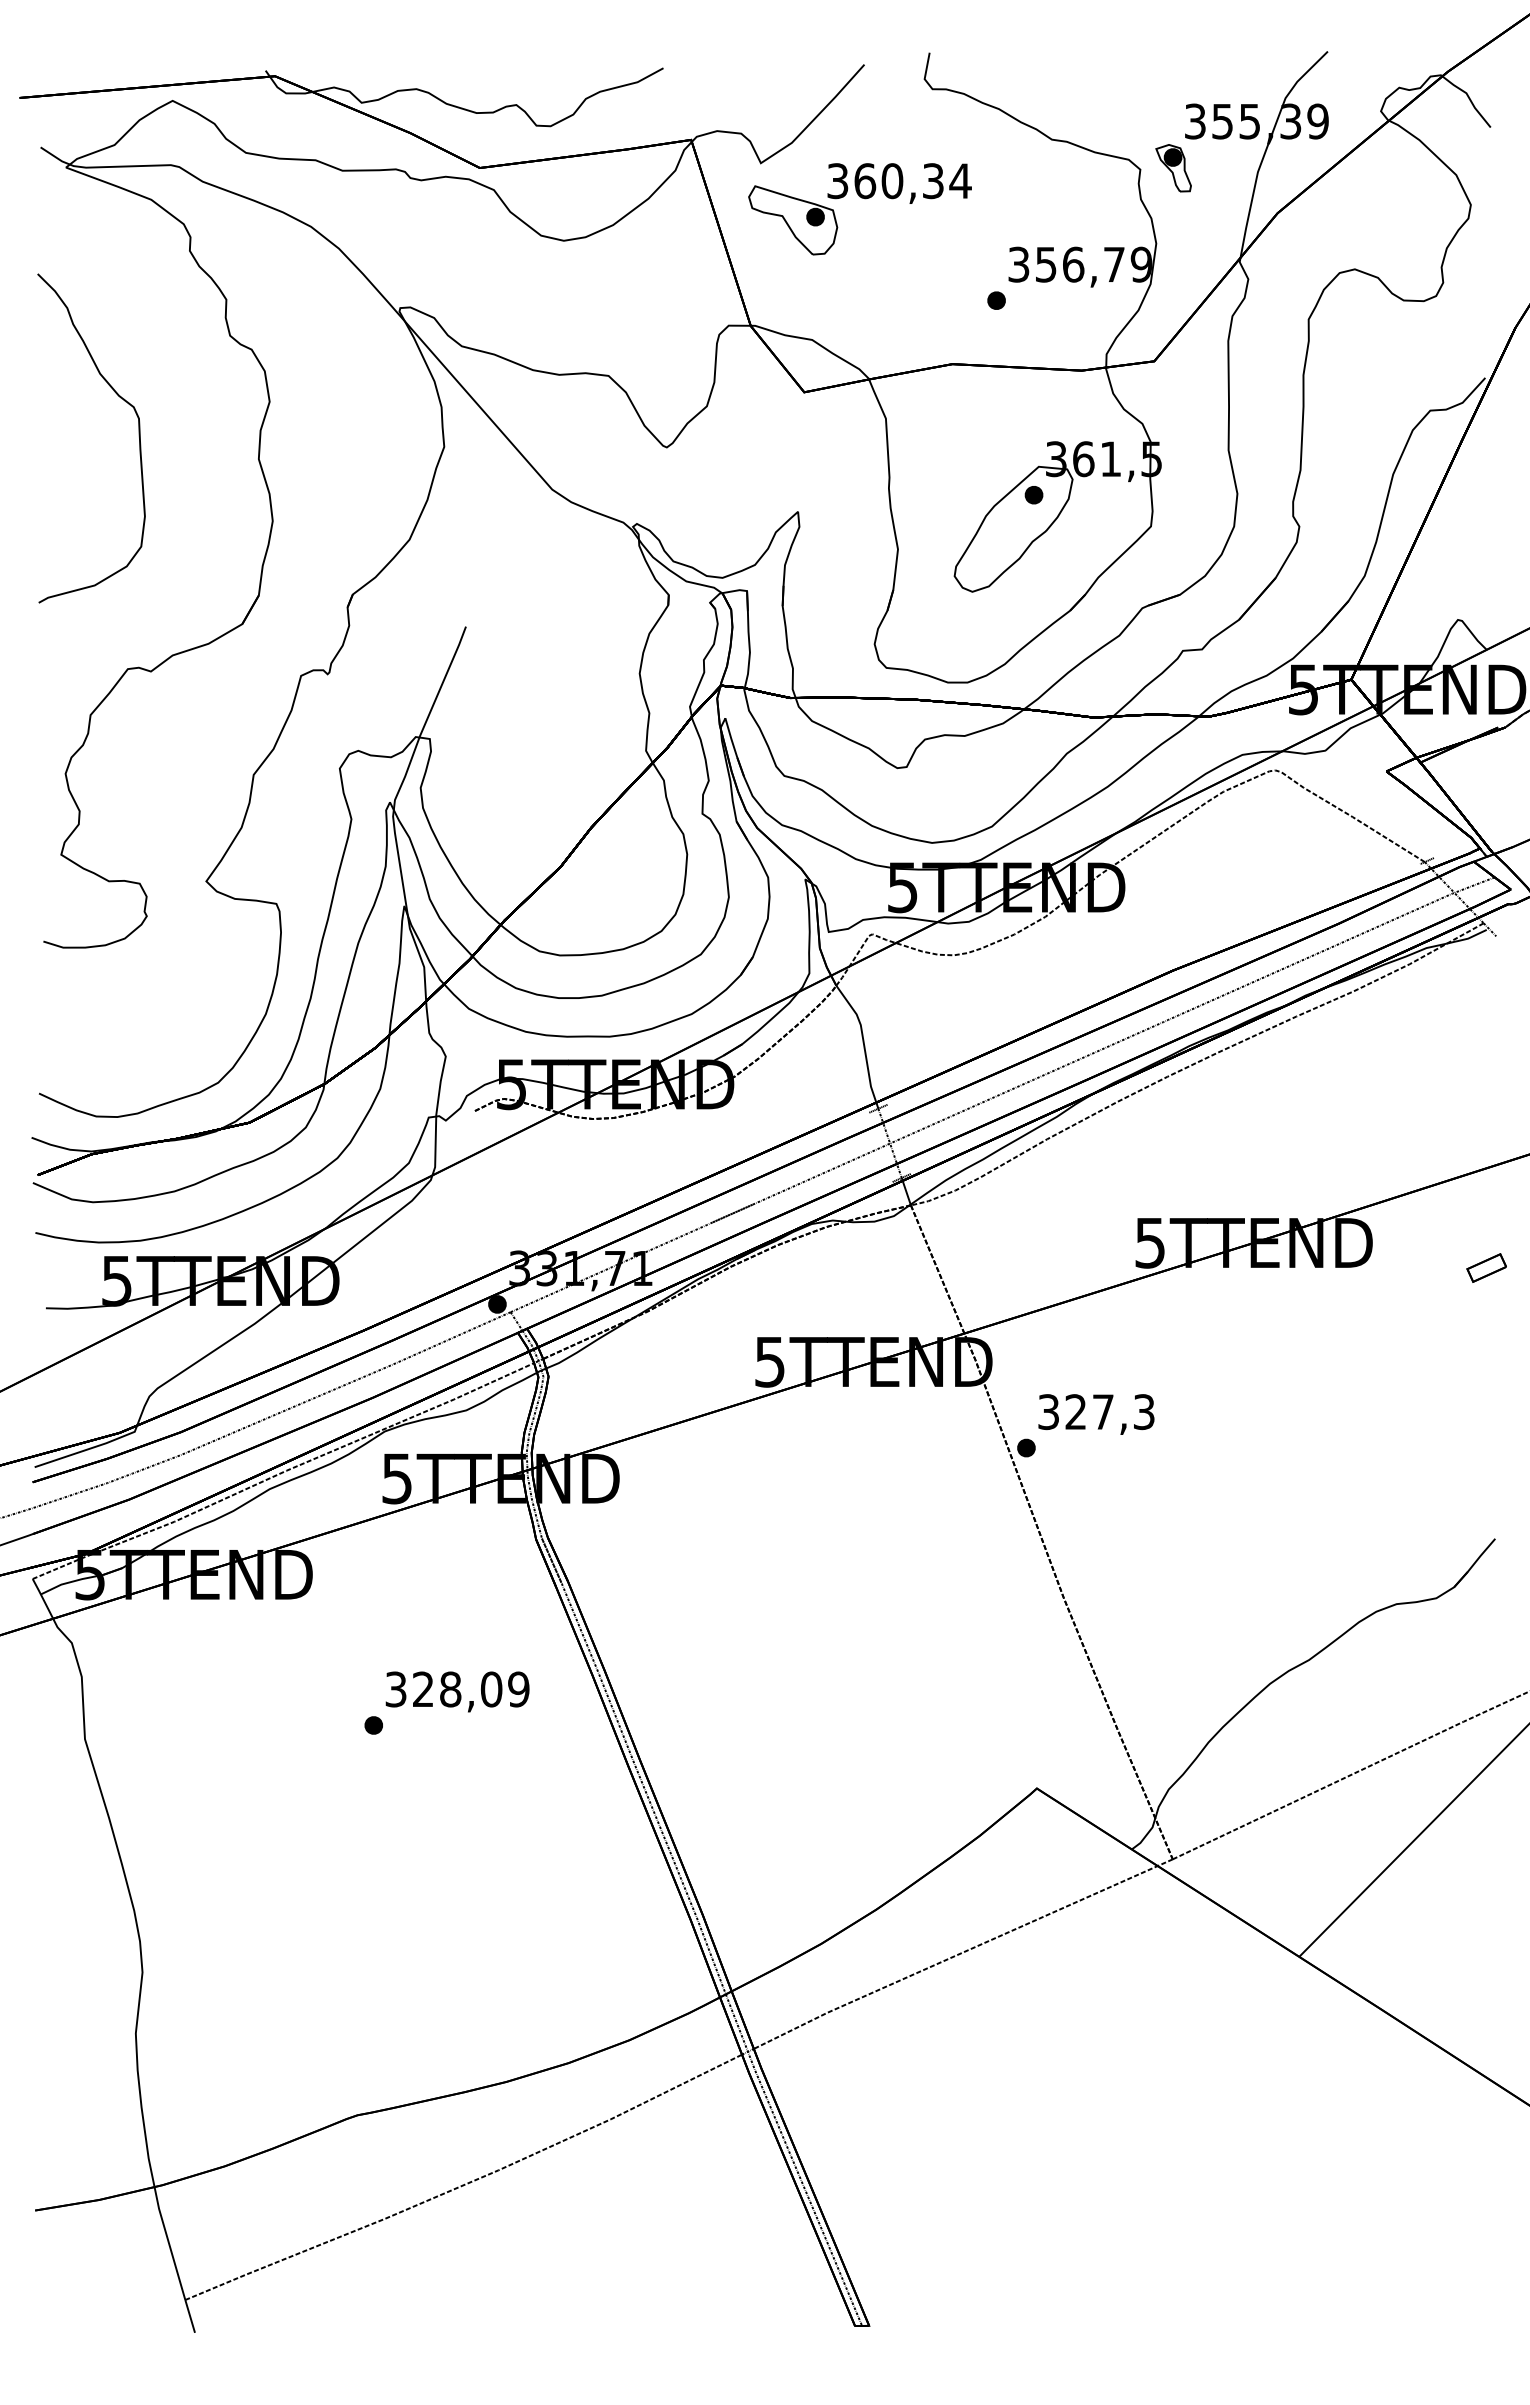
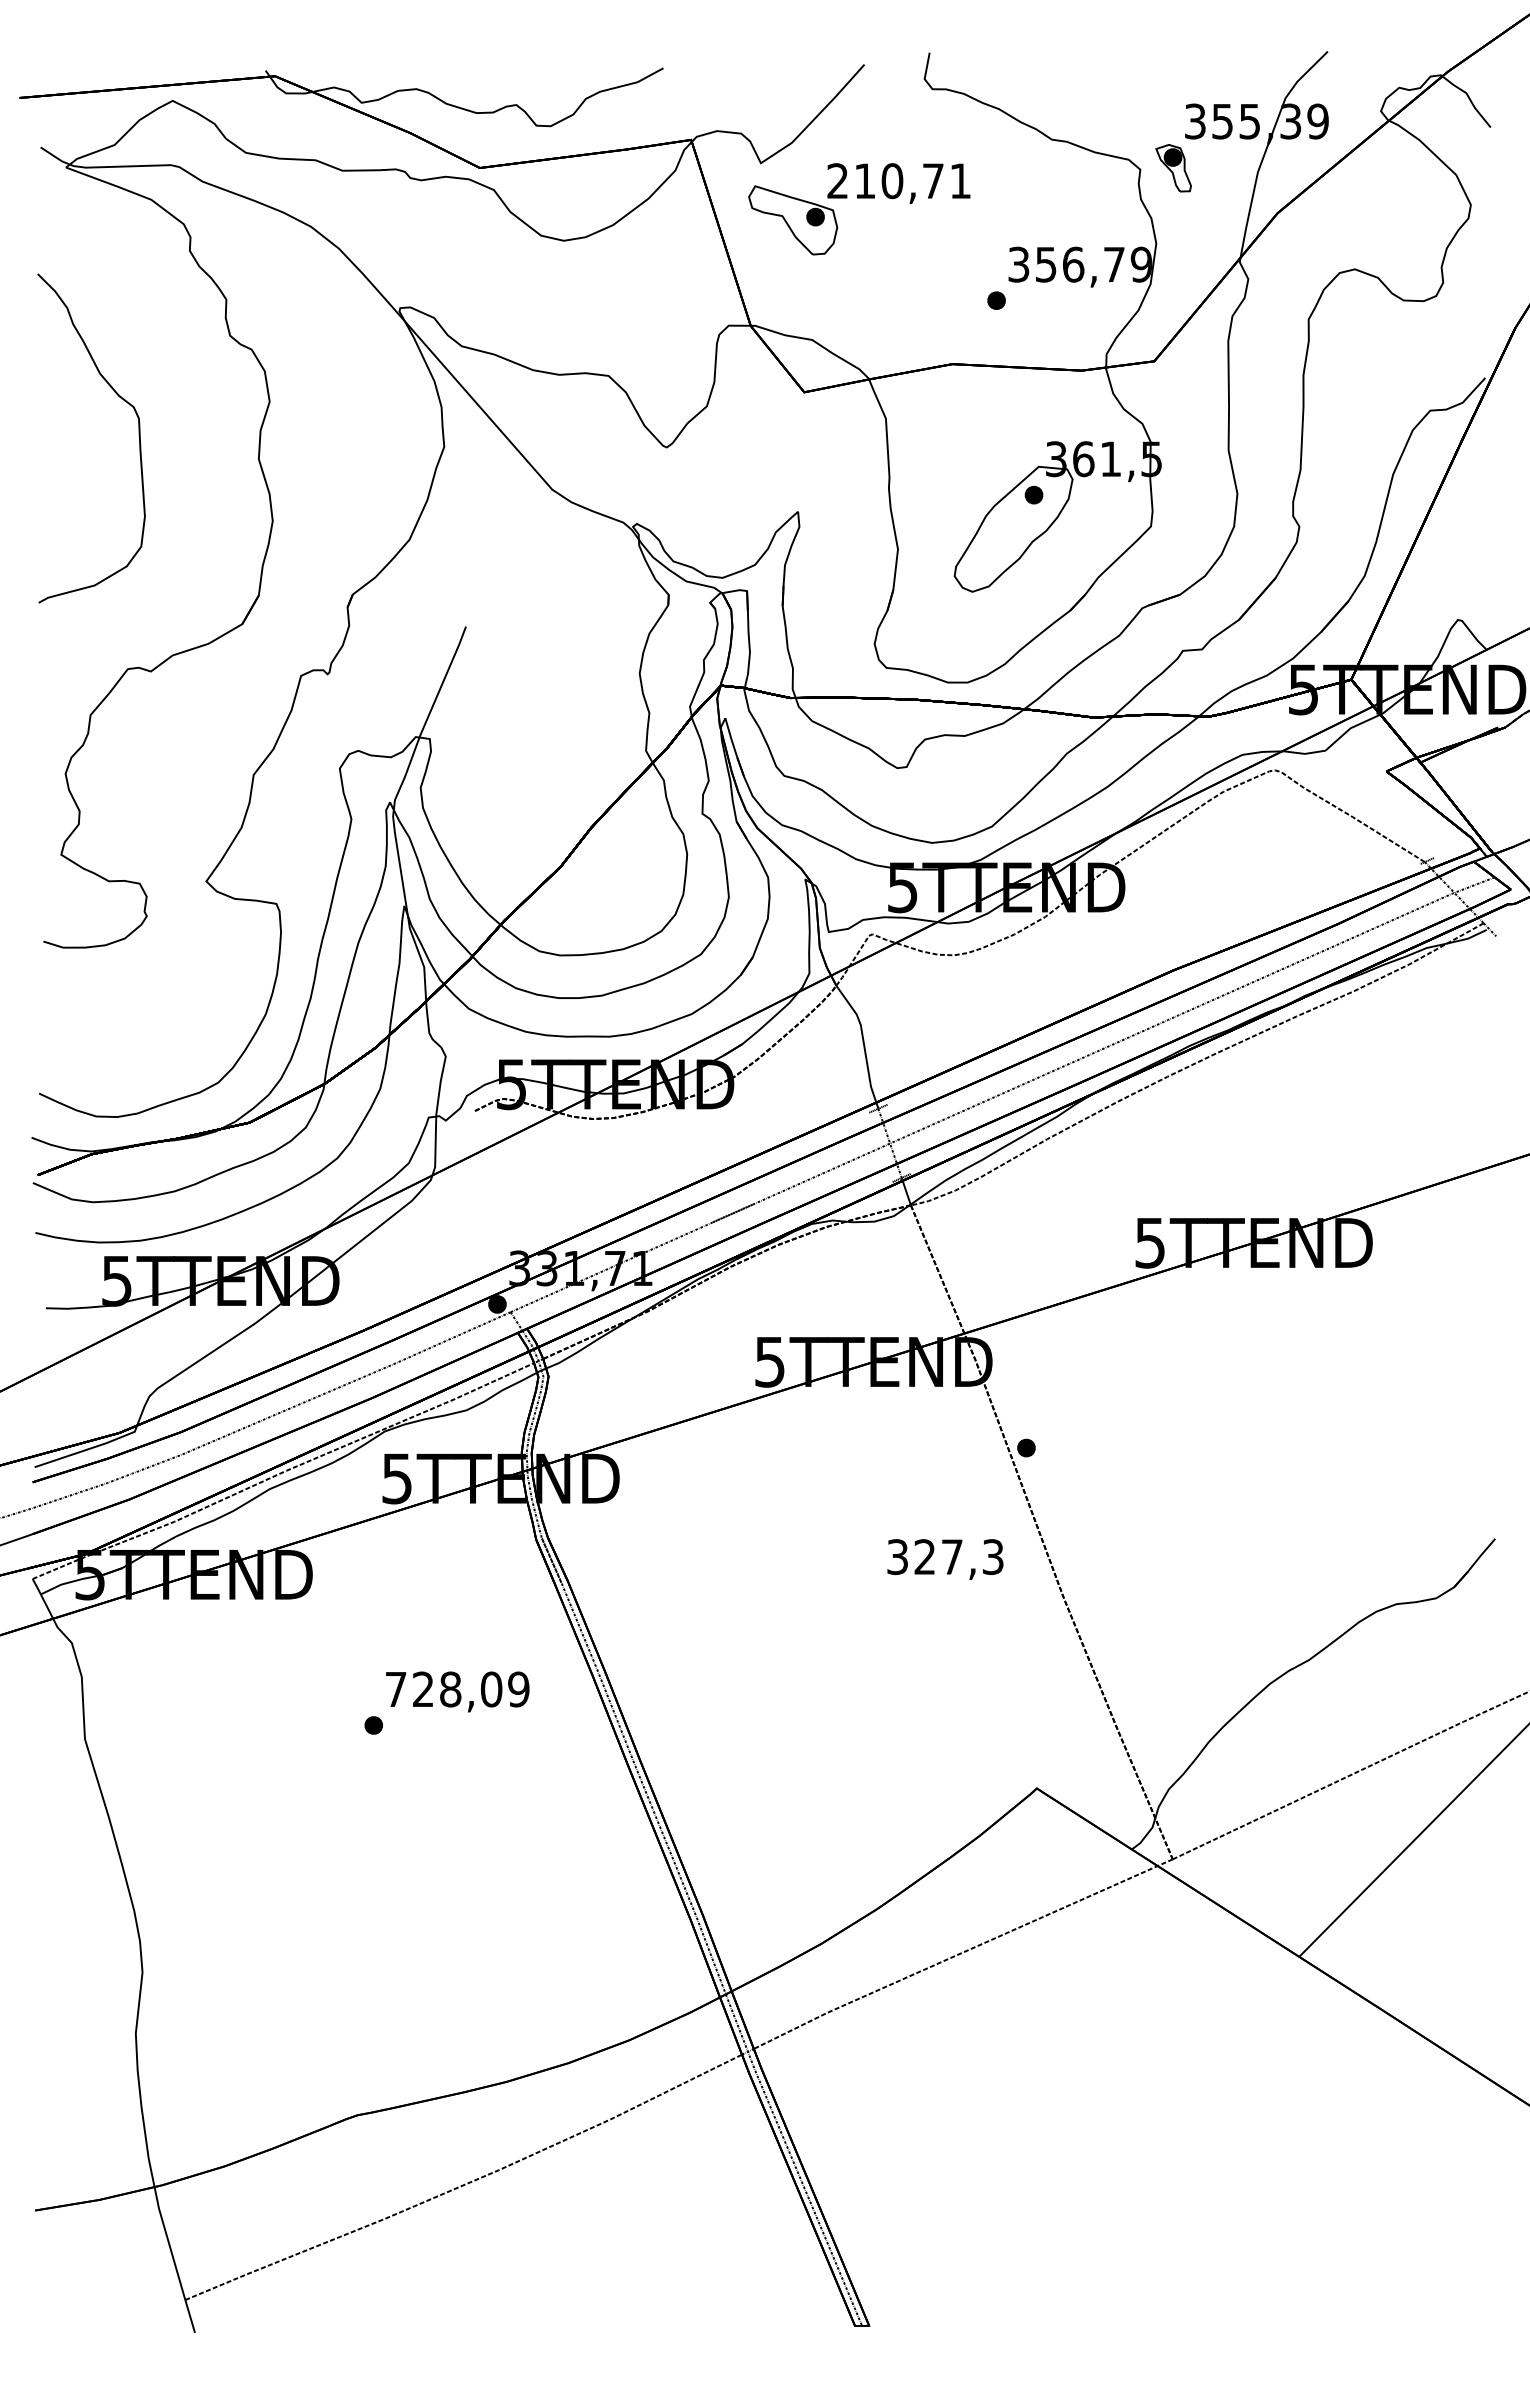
text at (899, 181): 360,34 -> 210,71
part at (1486, 1267): present -> none
text at (1096, 1414) position: (1096, 1414) -> (945, 1559)
text at (395, 1689): 328,09 -> 728,09
